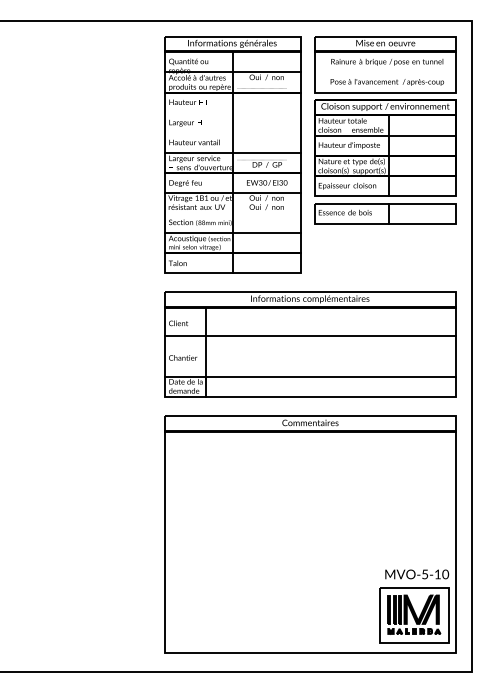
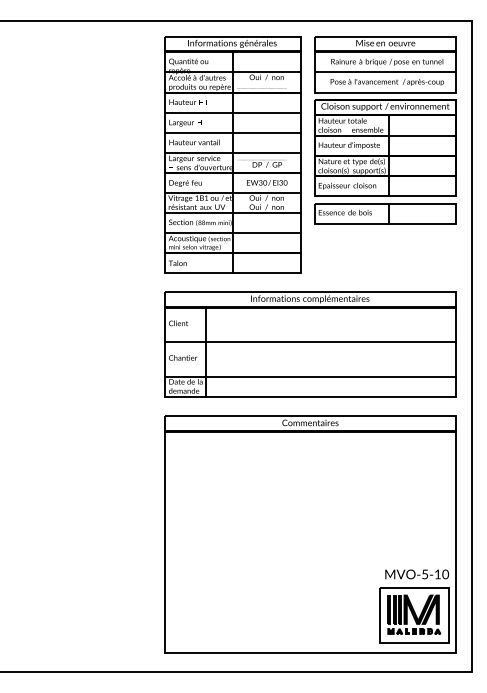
line at (385, 72): none -> present
line at (232, 112): none -> present
line at (232, 132): none -> present
line at (232, 213): none -> present
line at (310, 336) position: (310, 336) -> (310, 342)
